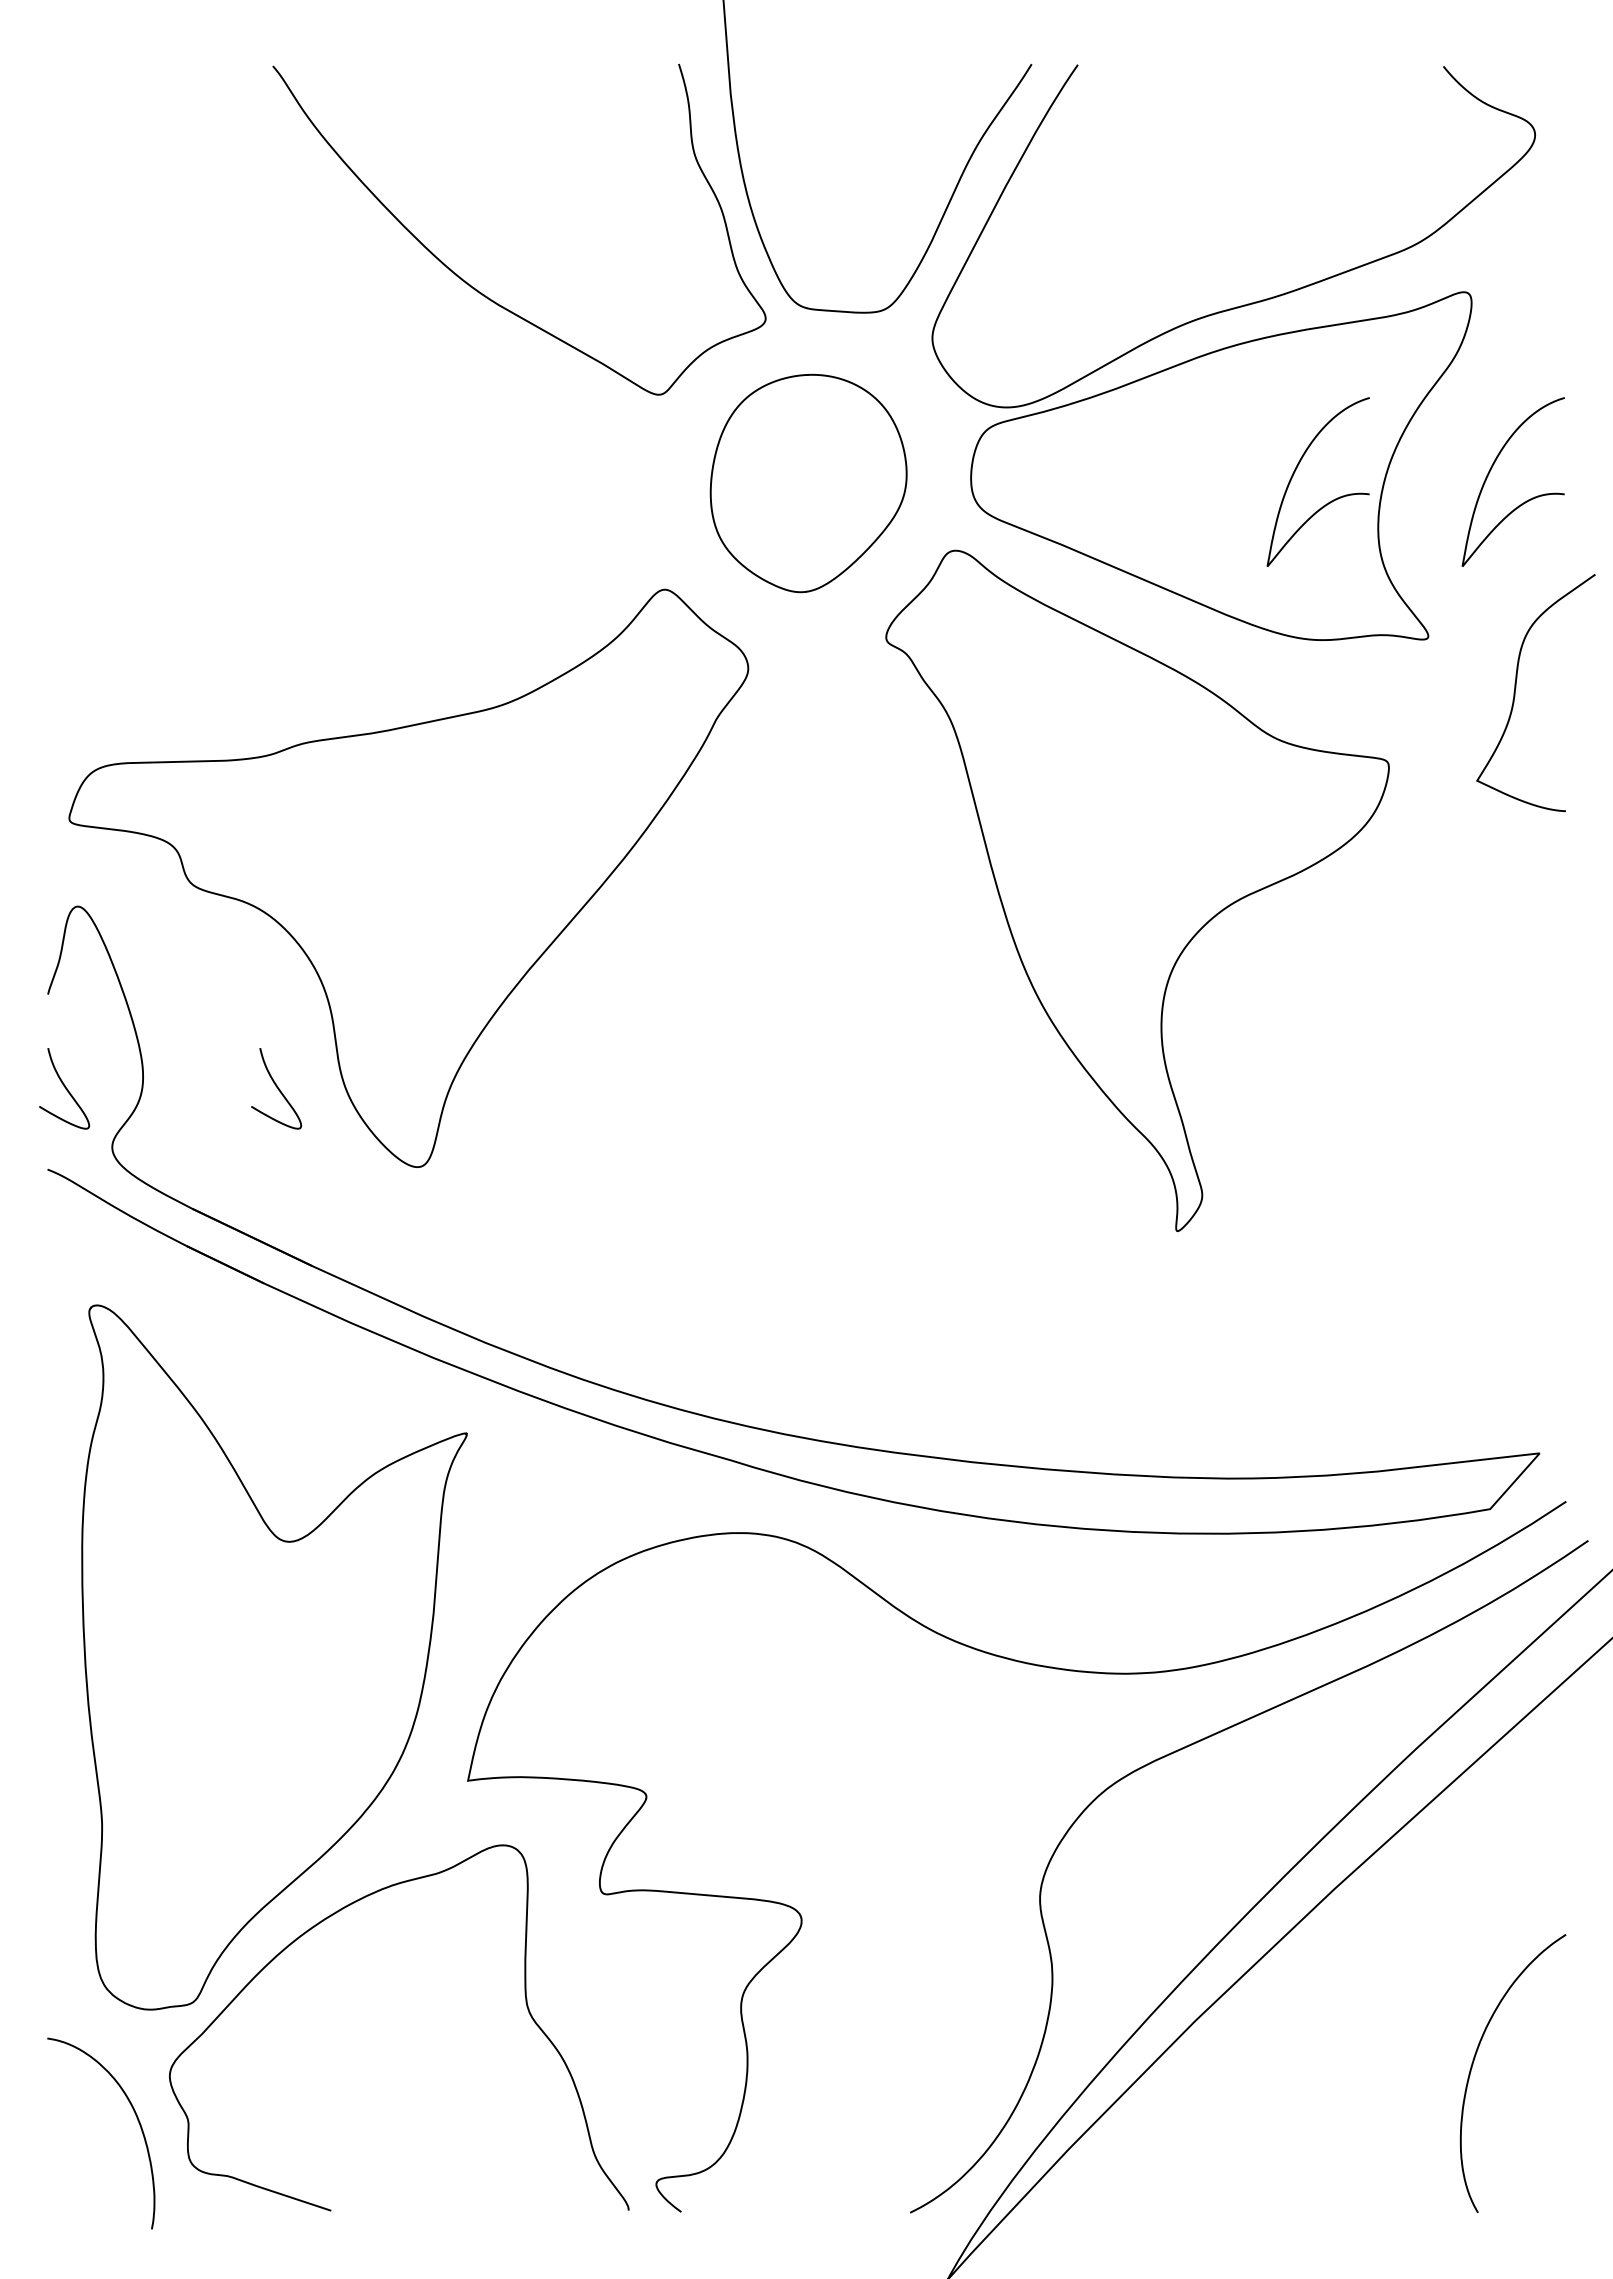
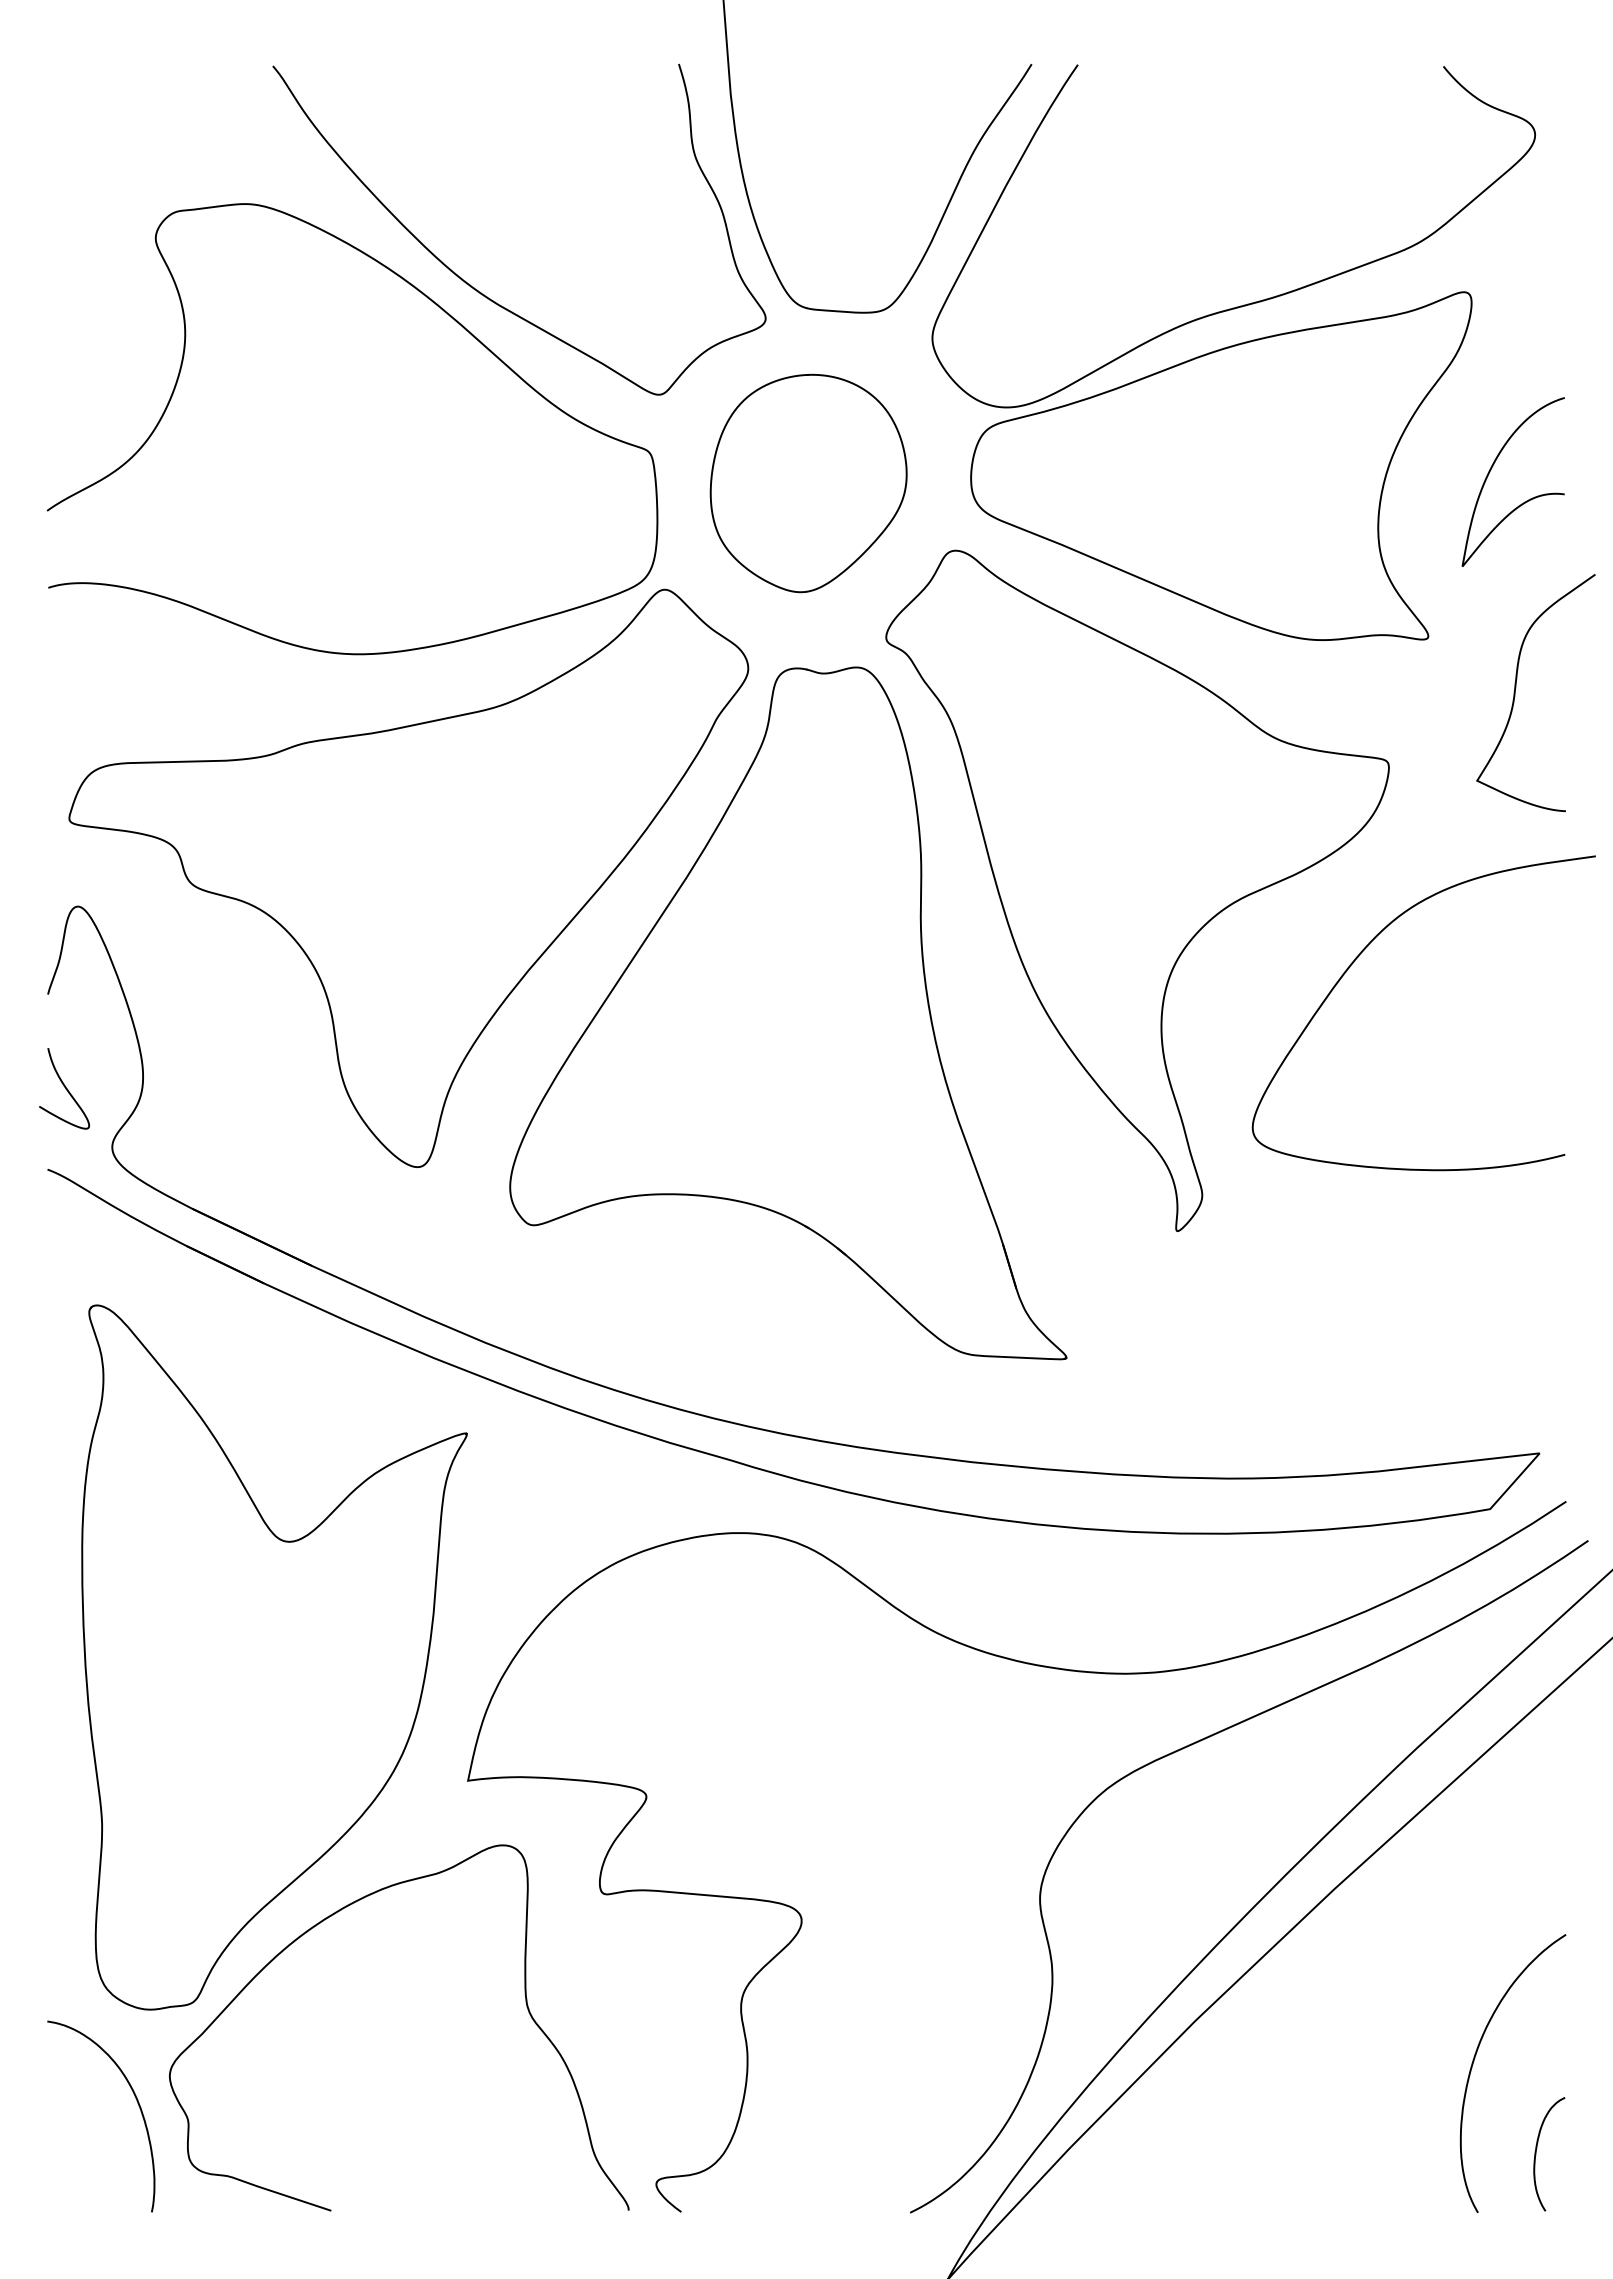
curve at (451, 318): none -> present
curve at (1329, 501): present -> none
curve at (1360, 955): none -> present
part at (788, 1013): none -> present
curve at (276, 1087): present -> none
curve at (136, 2118) position: (136, 2118) -> (136, 2101)
curve at (1536, 2154): none -> present
